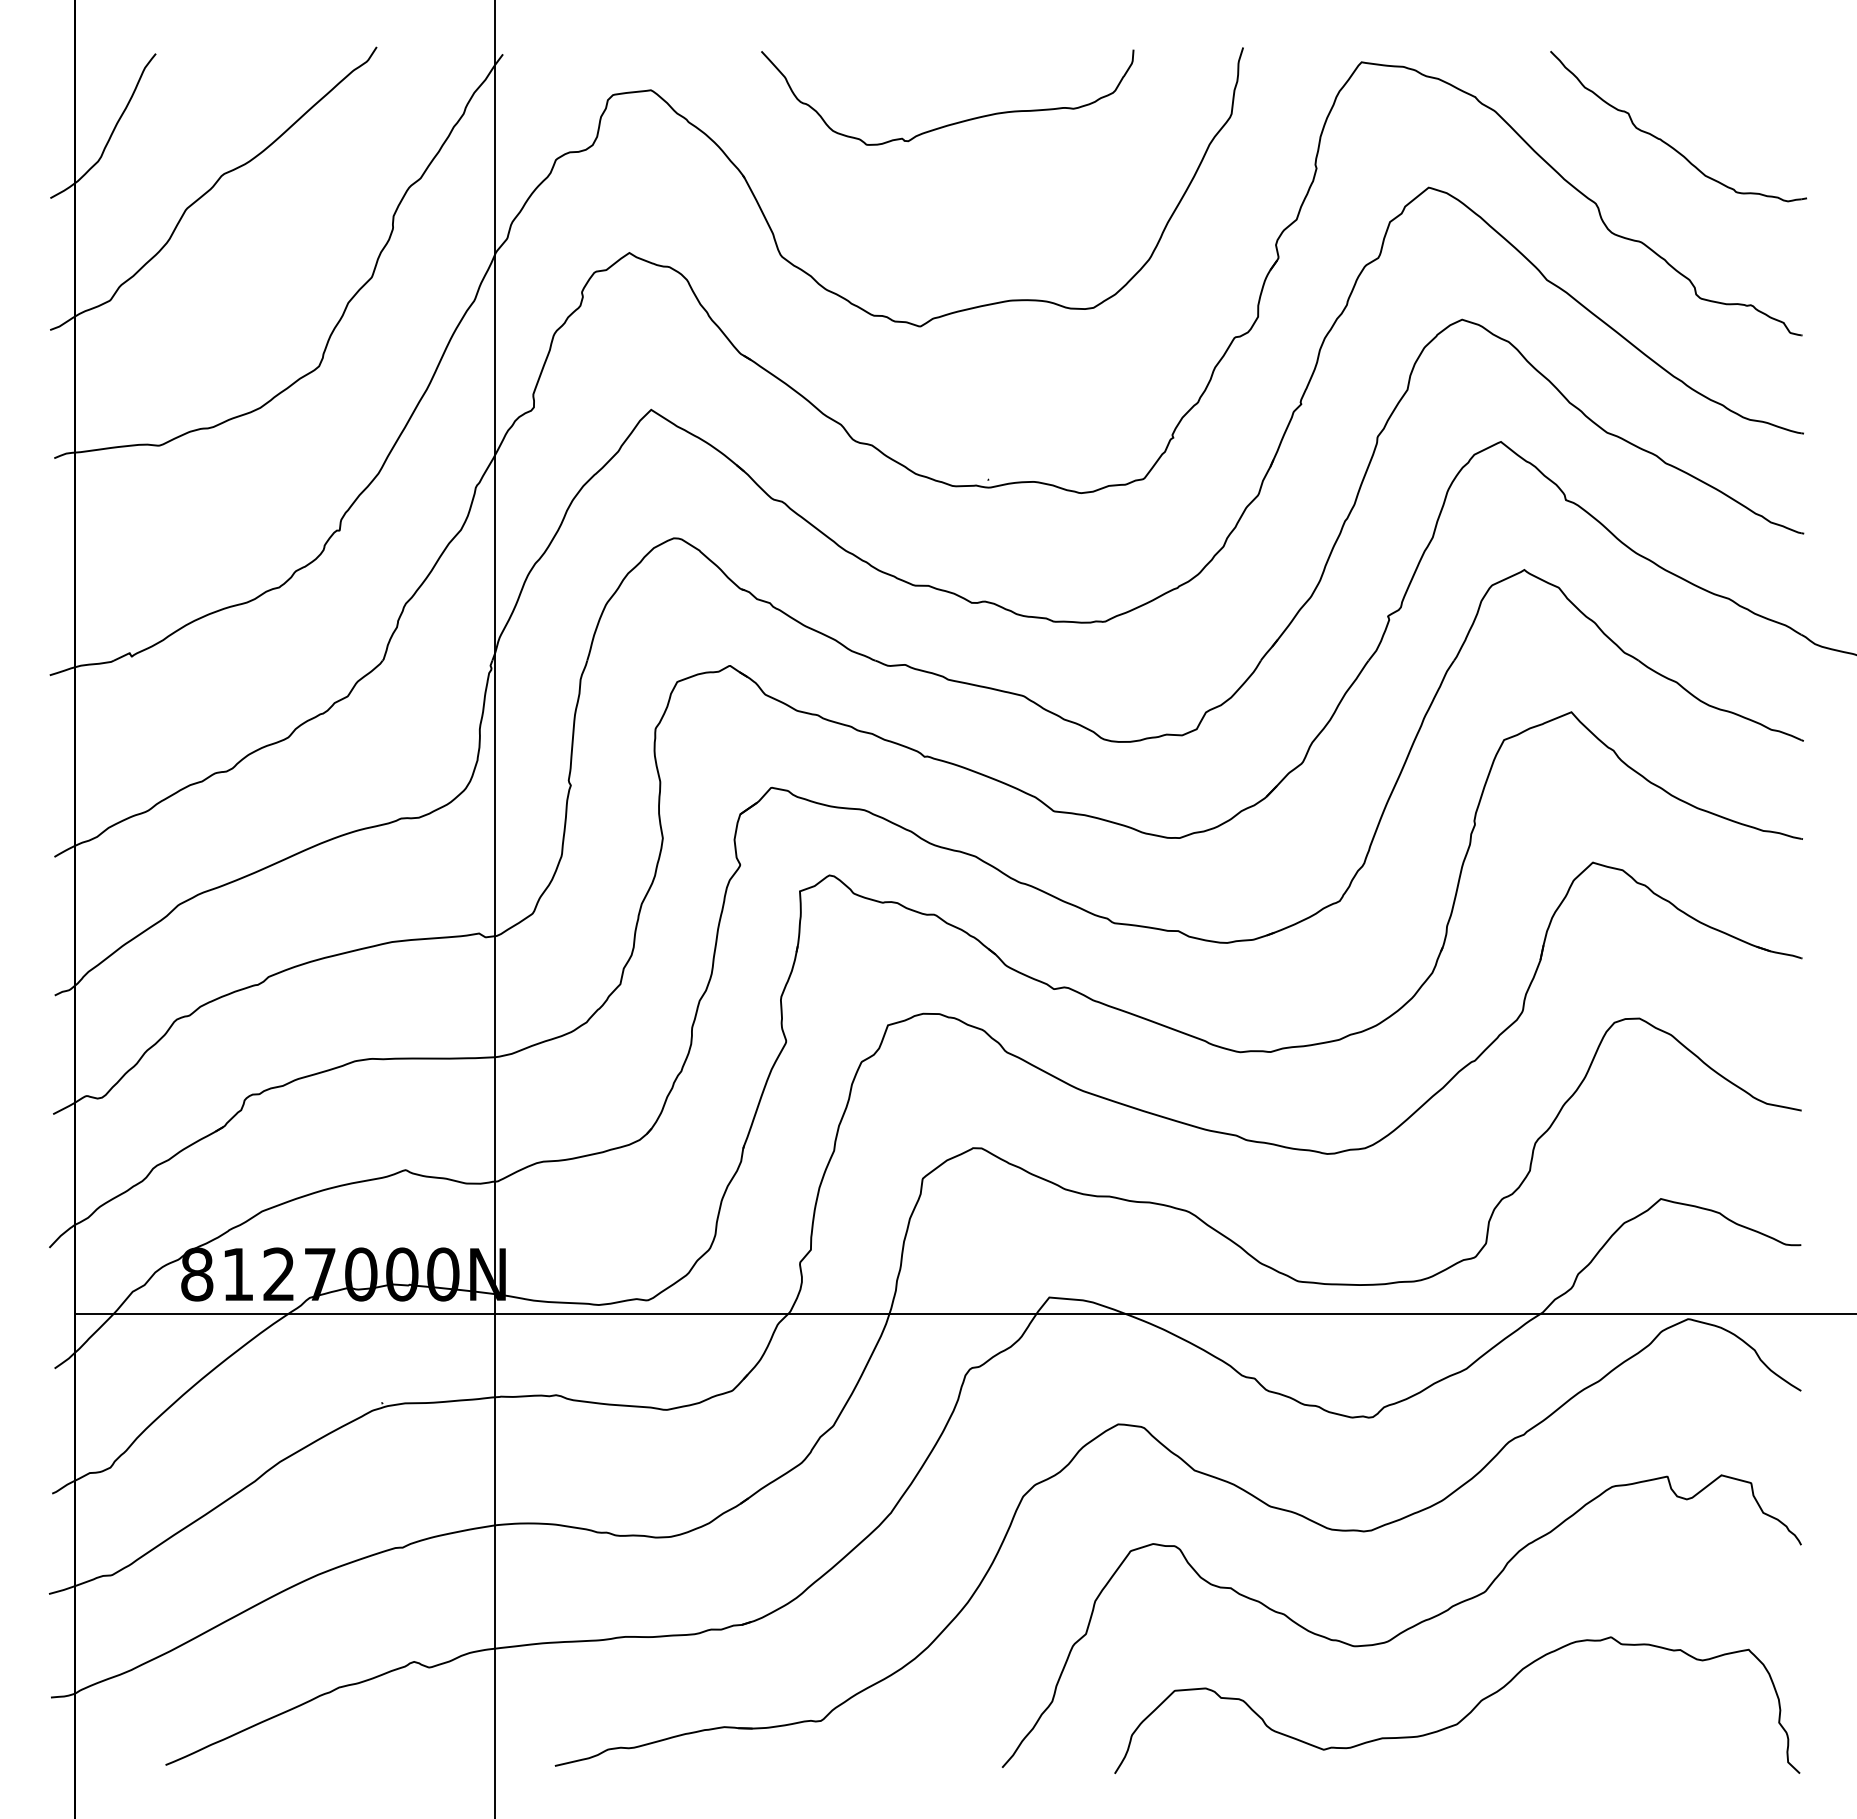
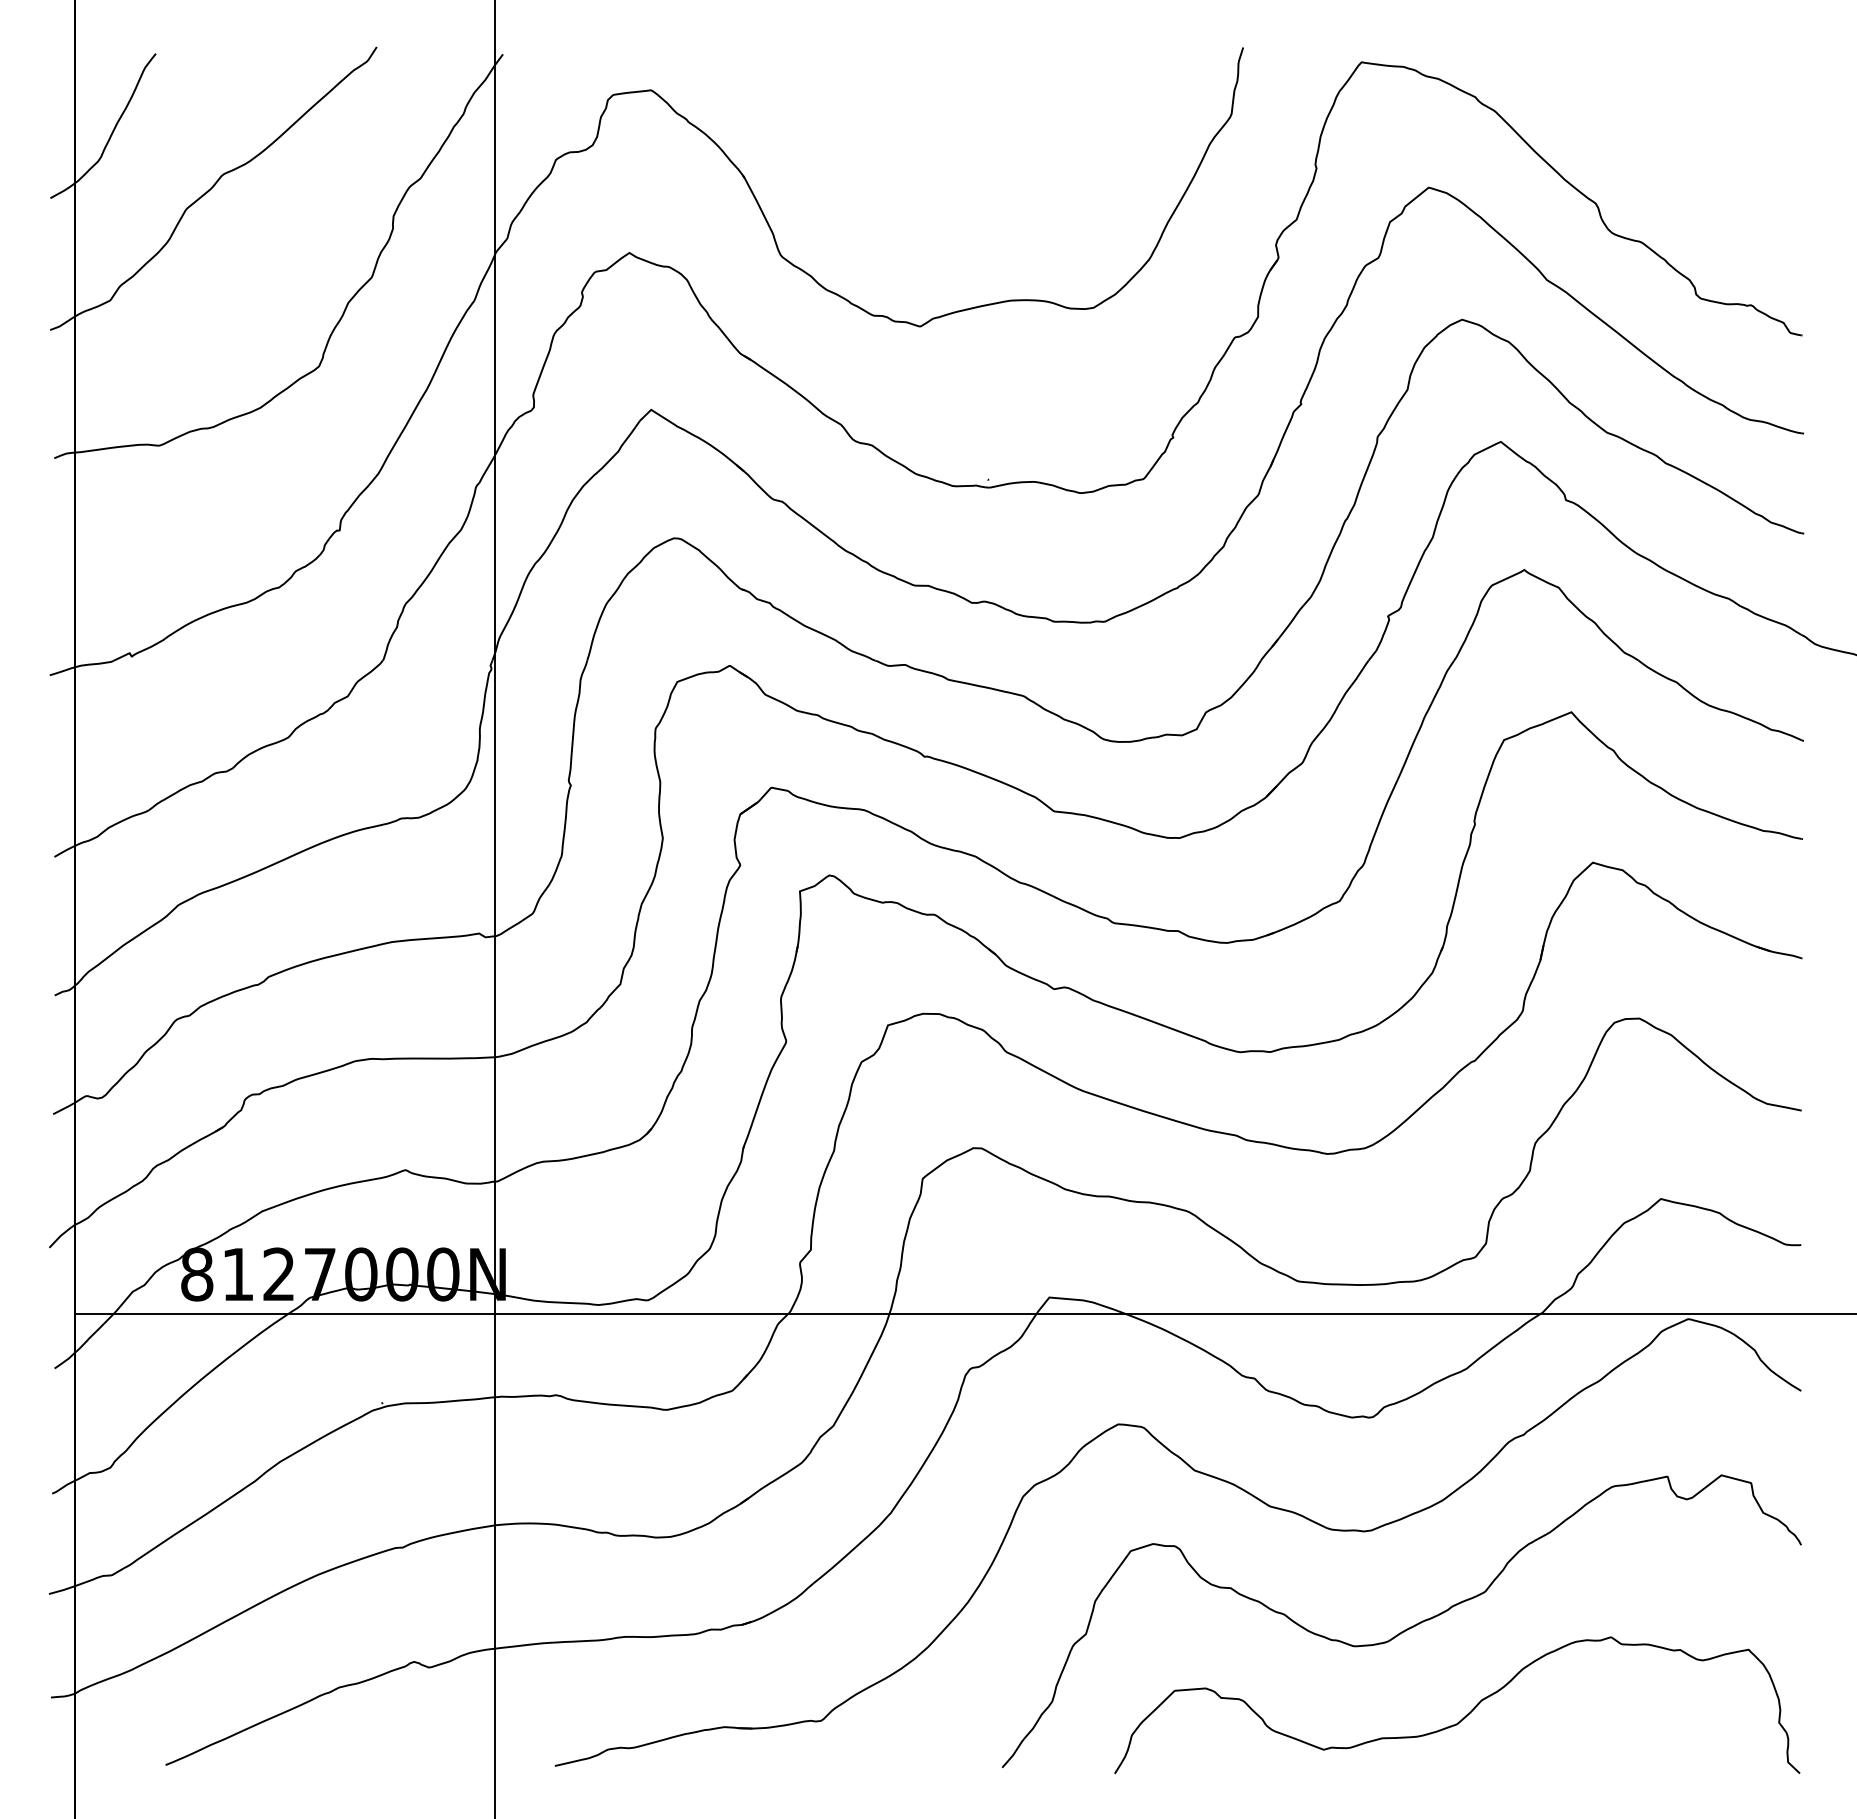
curve at (954, 122): present -> none
part at (1668, 143): present -> none
